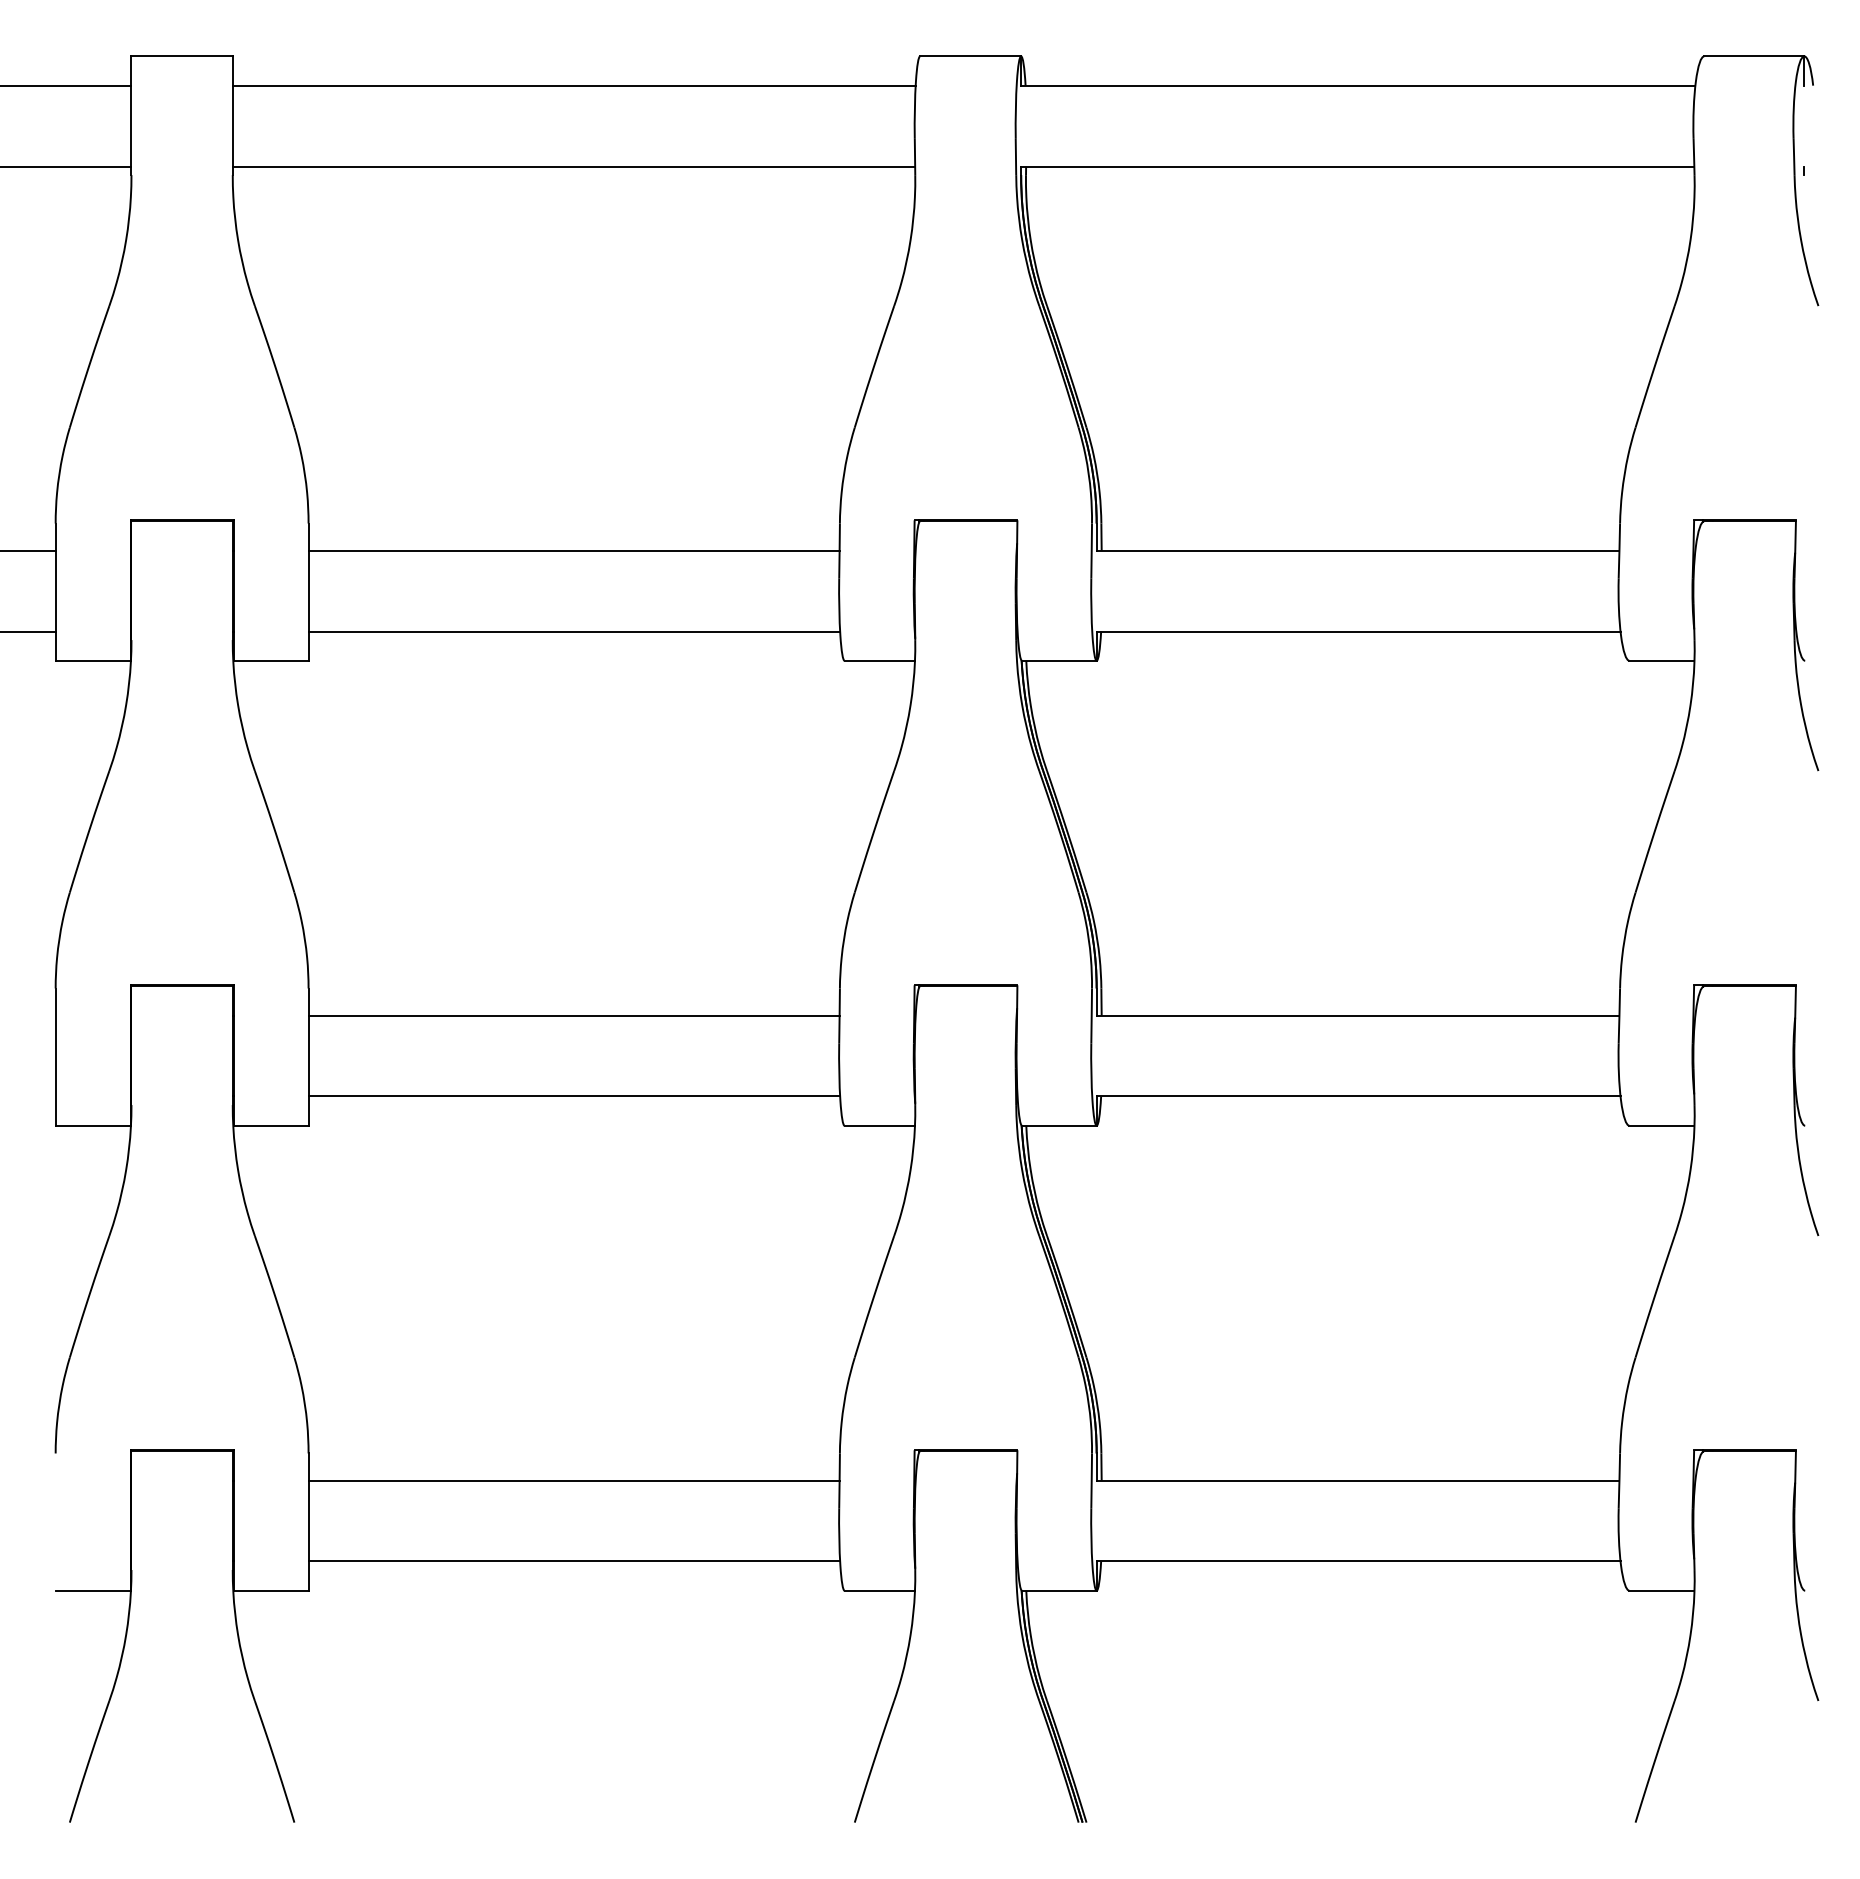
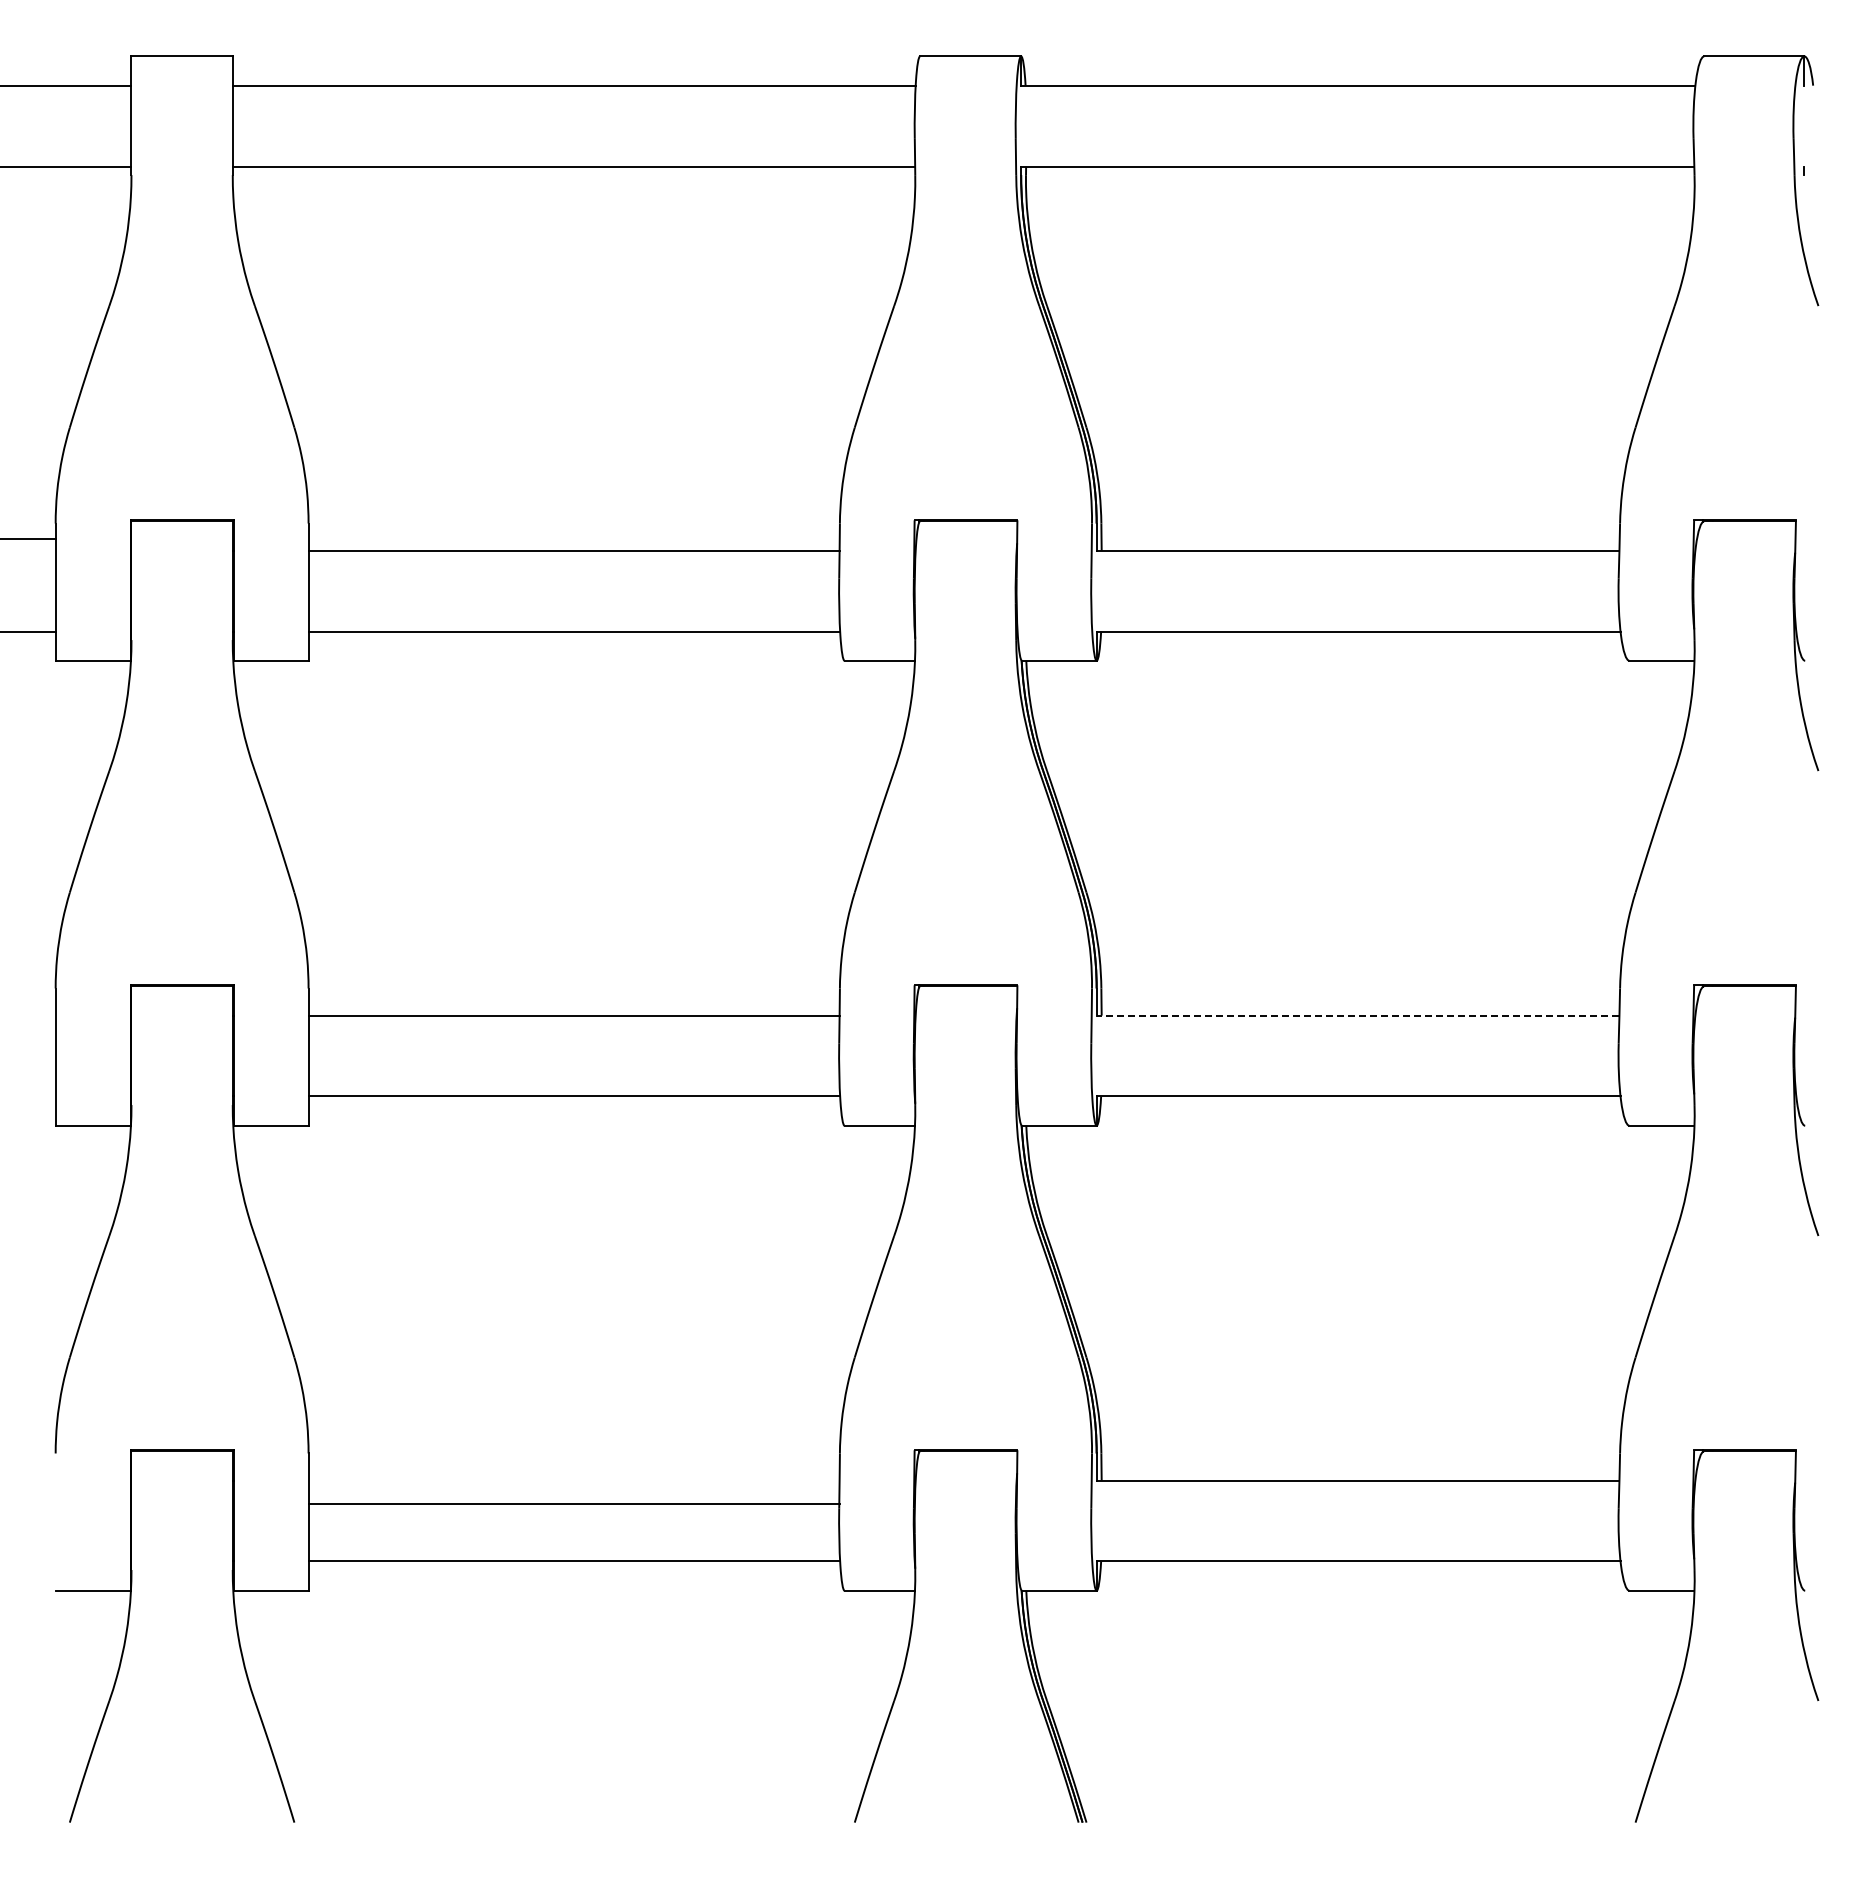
line at (28, 550) position: (28, 550) -> (28, 538)
line at (1357, 1015): solid -> dashed
line at (573, 1480) position: (573, 1480) -> (573, 1503)
